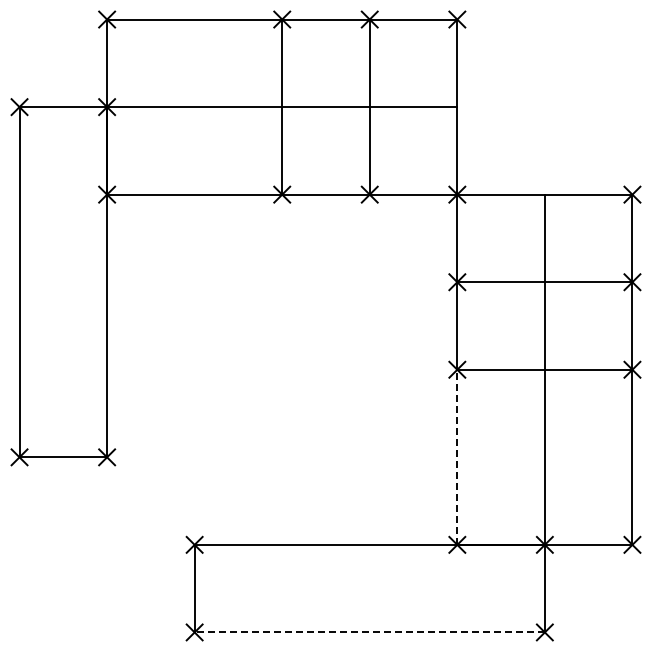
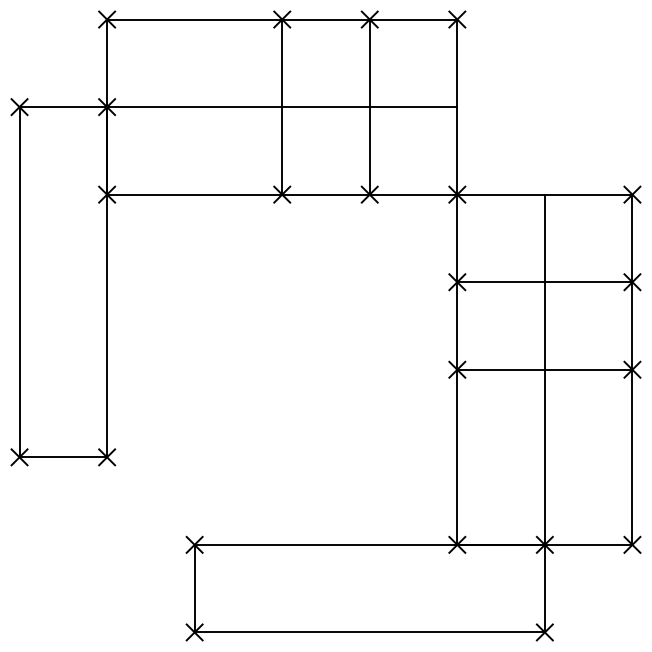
line at (457, 457): dashed -> solid
line at (369, 632): dashed -> solid
